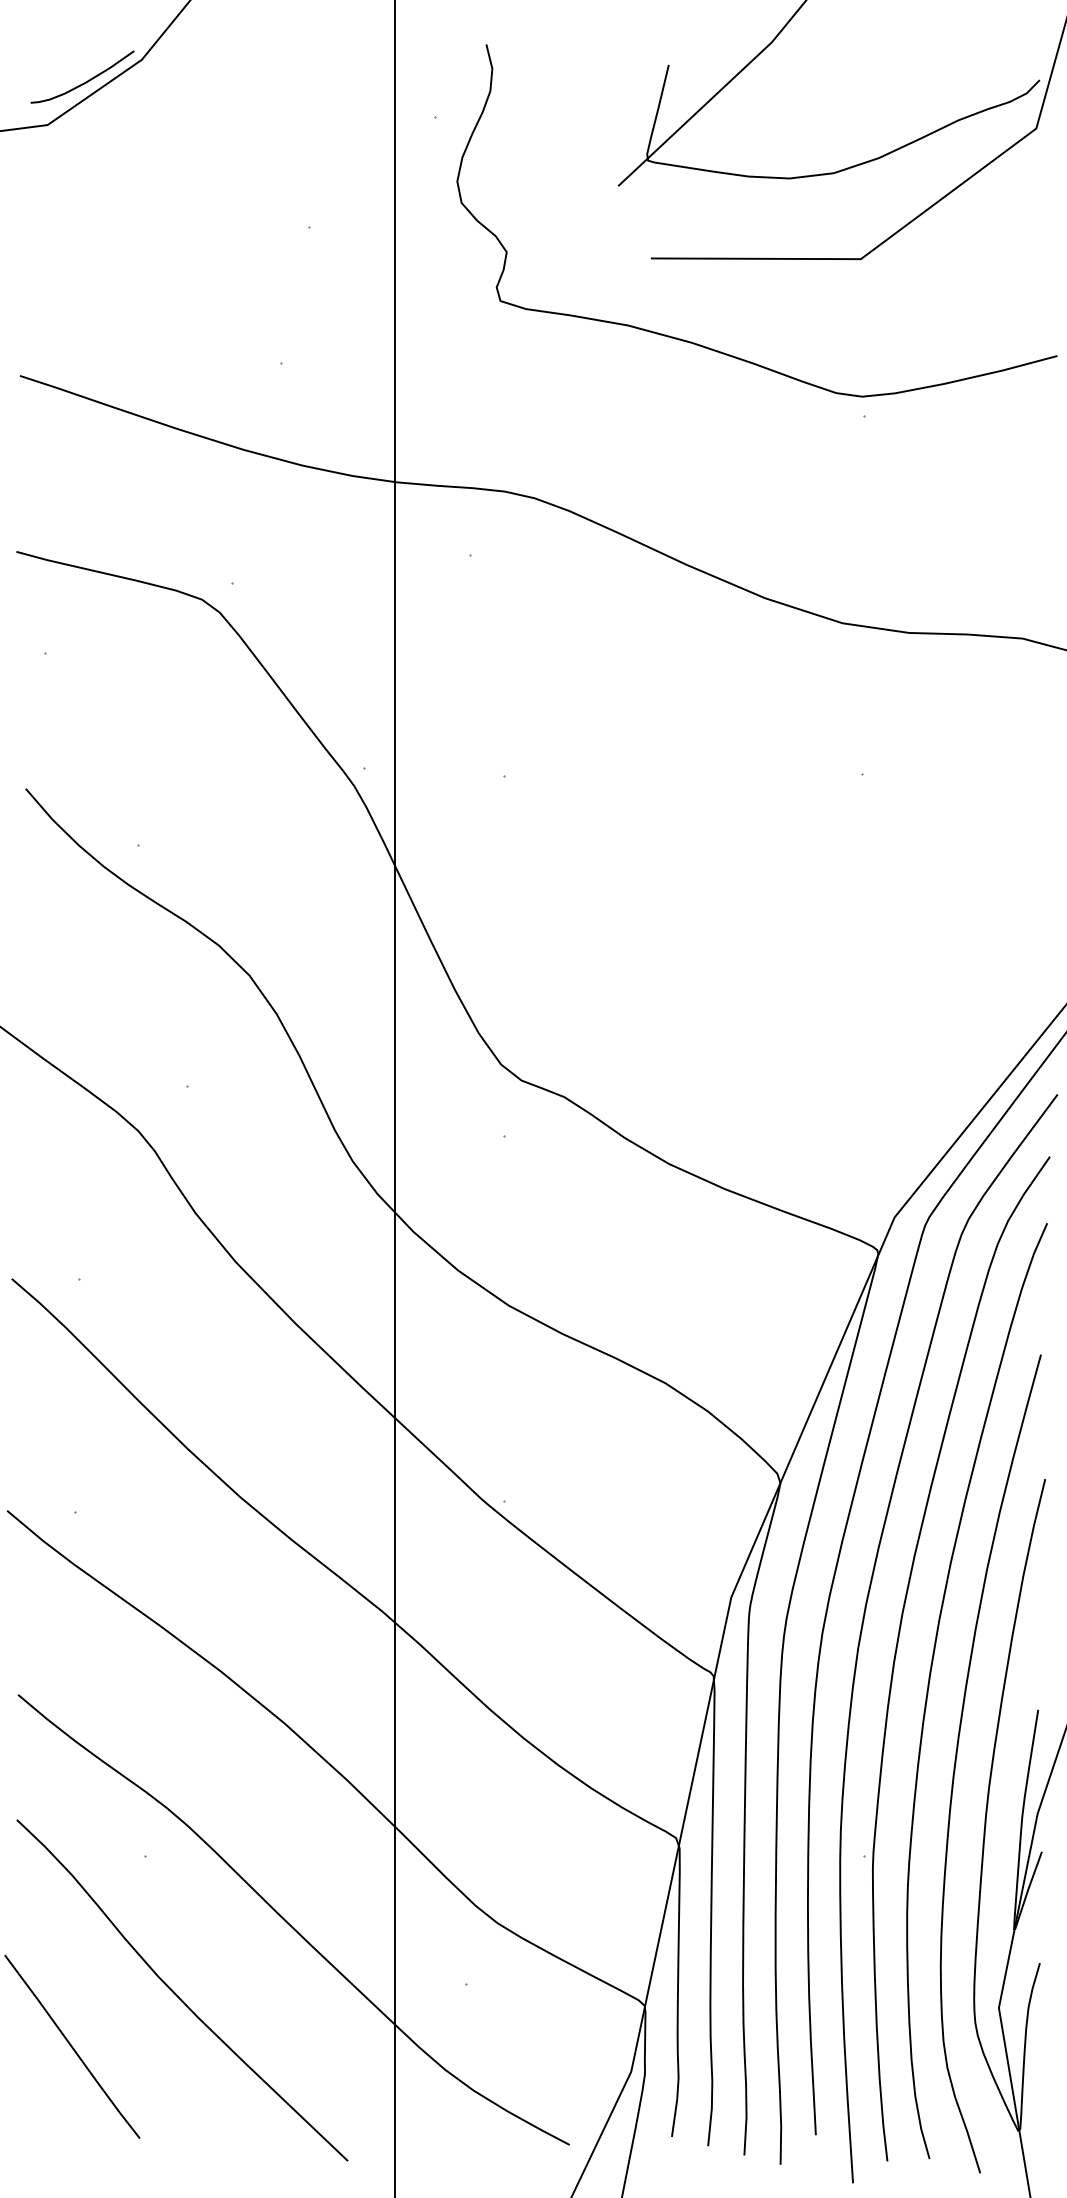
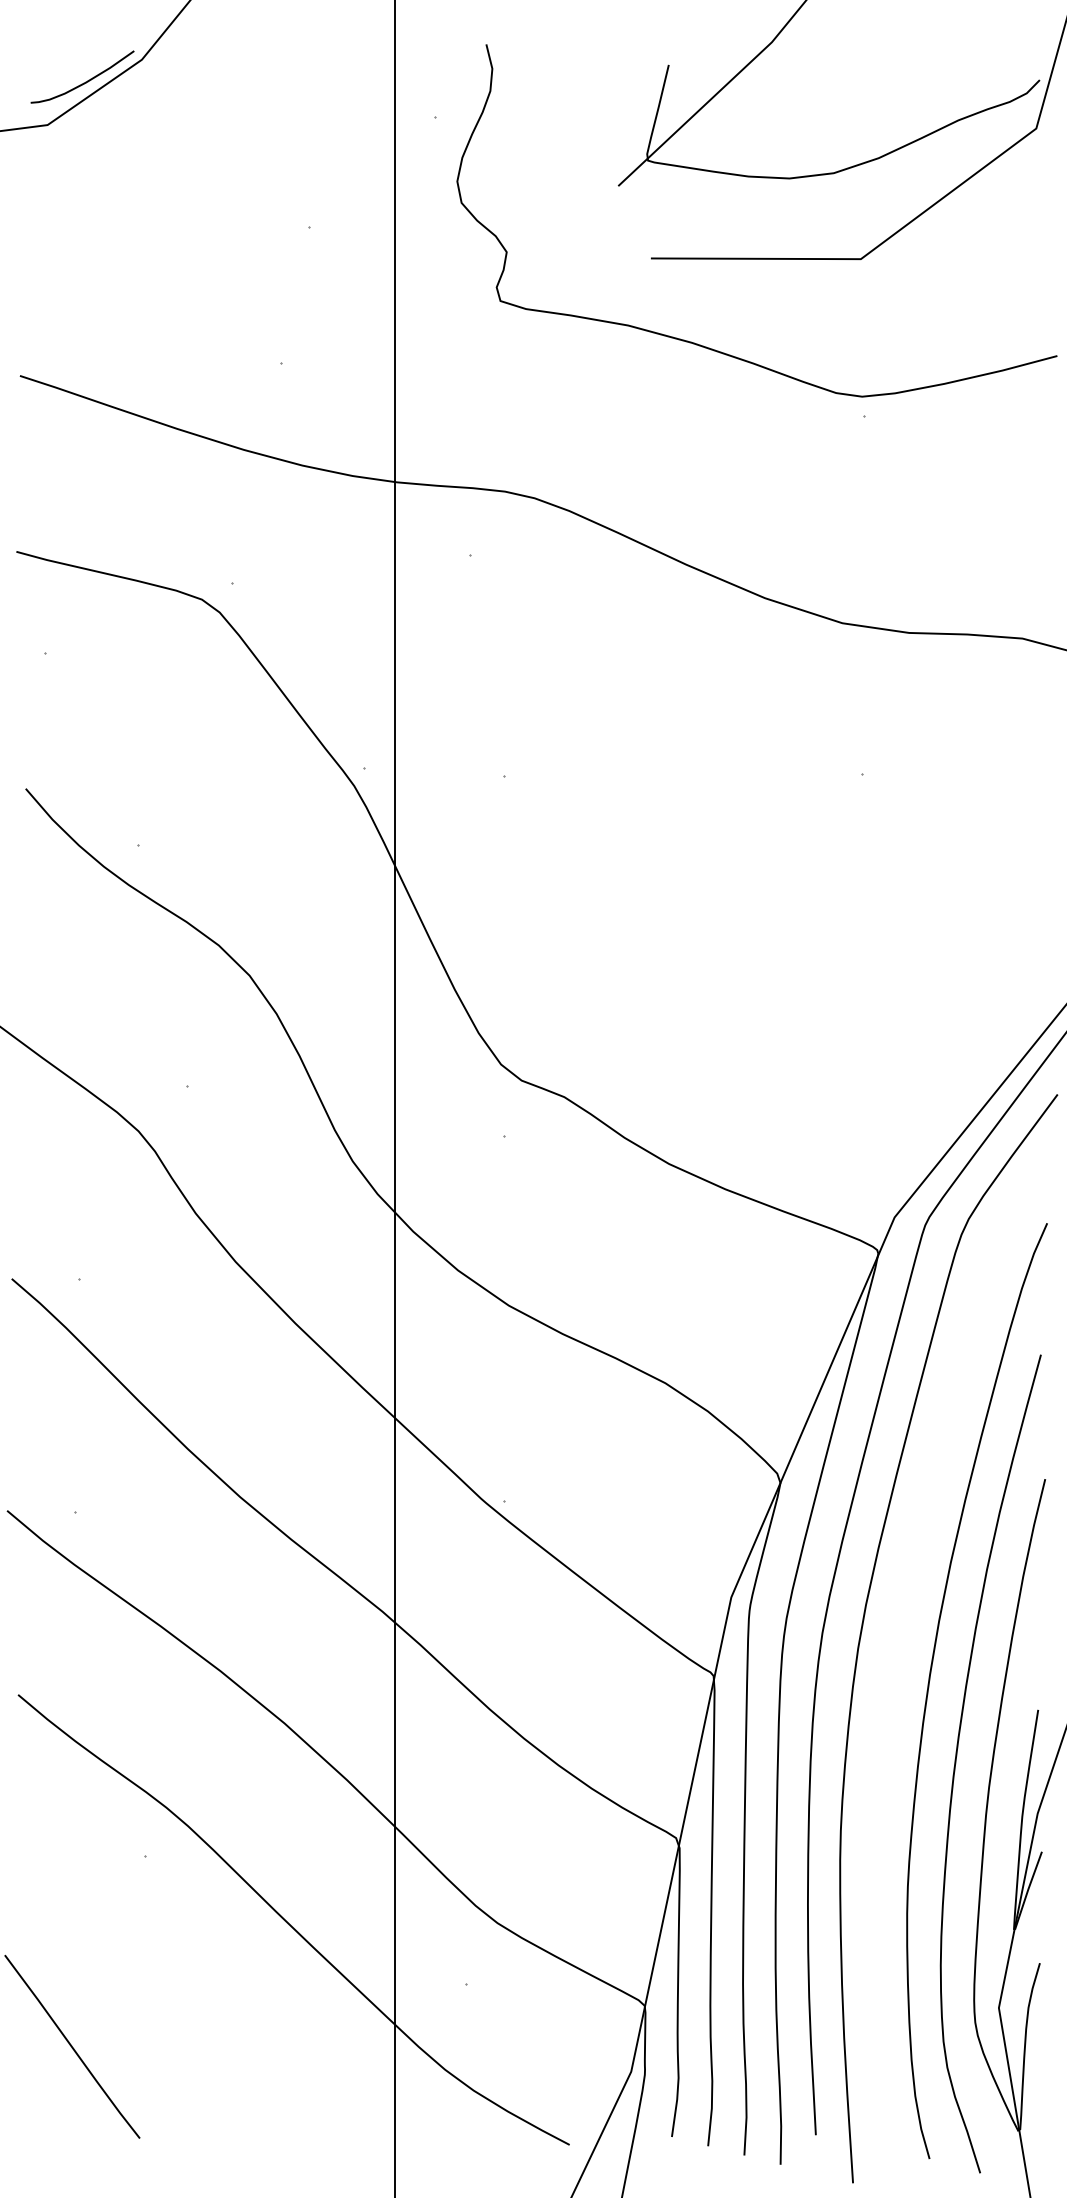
part at (897, 1650): present -> none
curve at (177, 1994): present -> none
